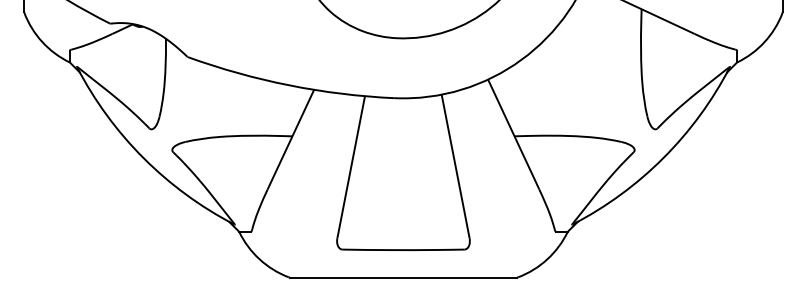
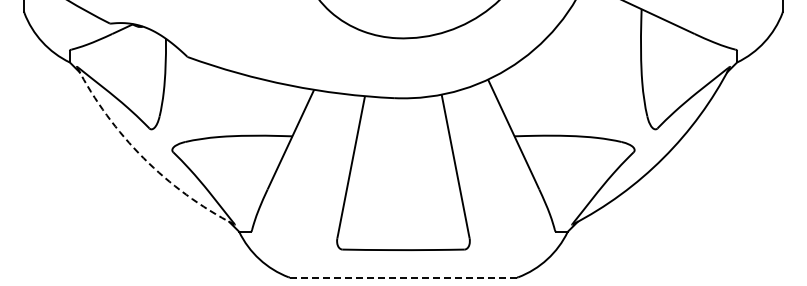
arc at (143, 158): solid -> dashed
line at (403, 277): solid -> dashed
